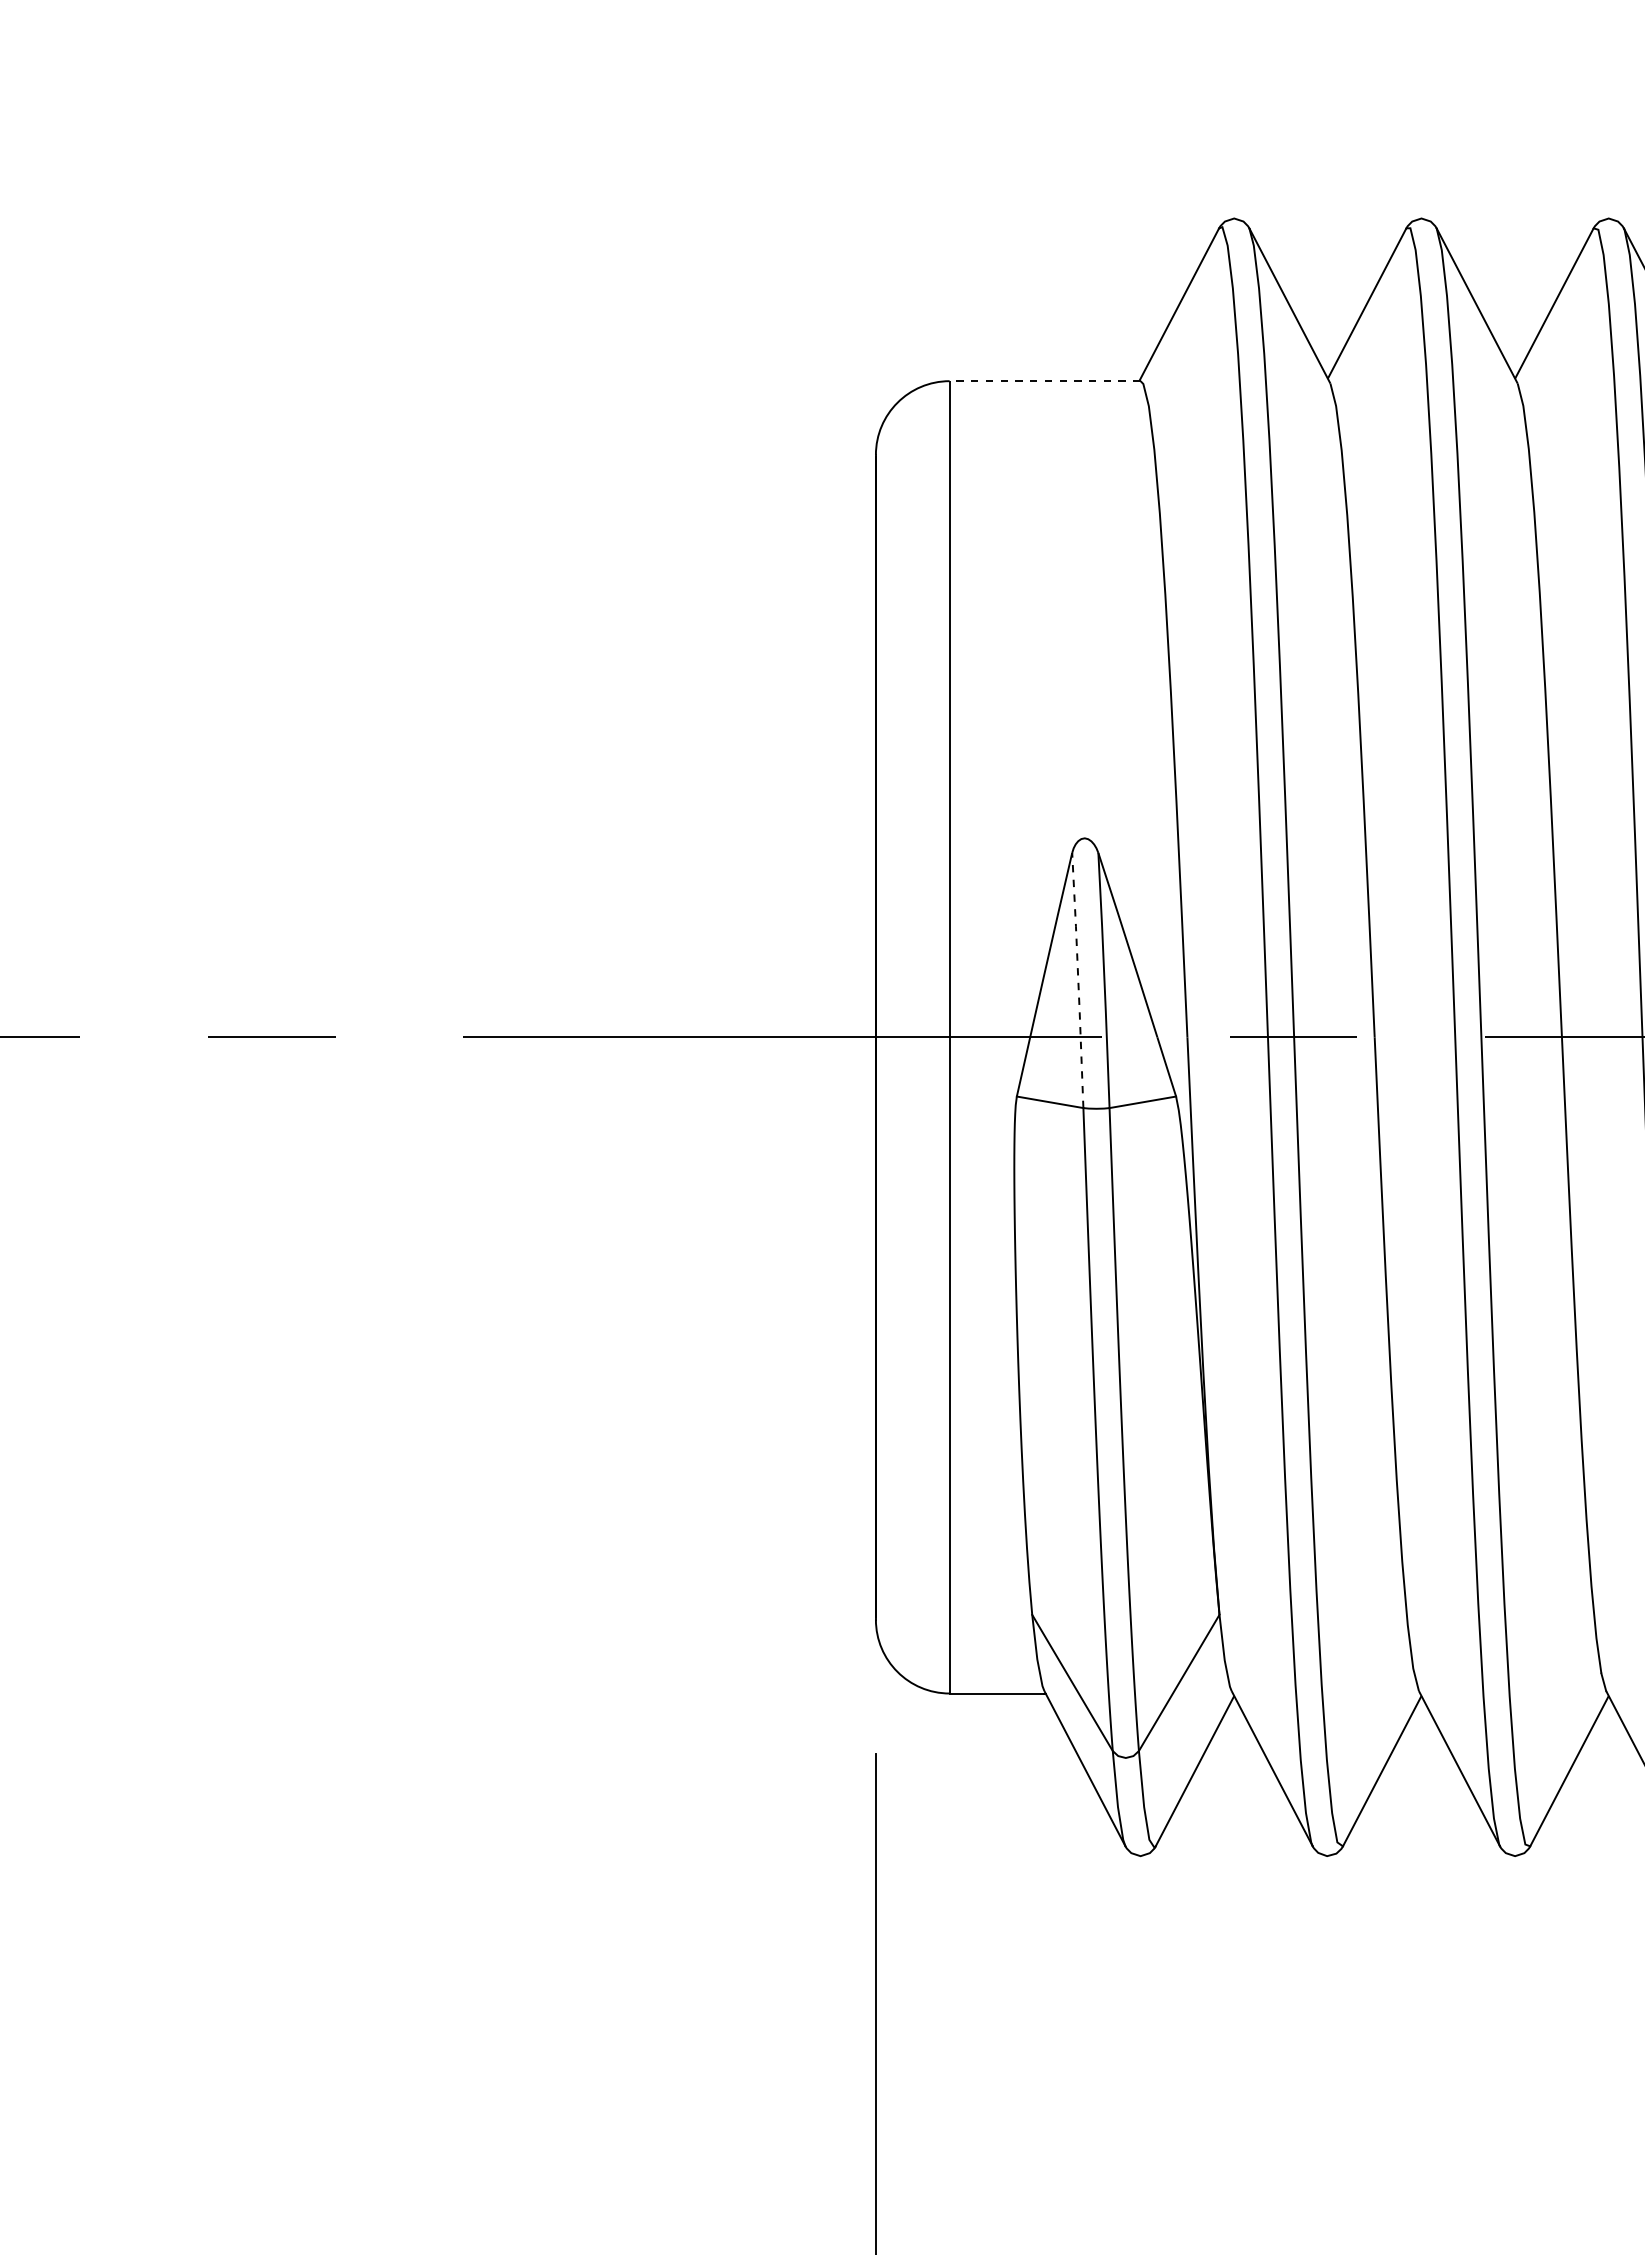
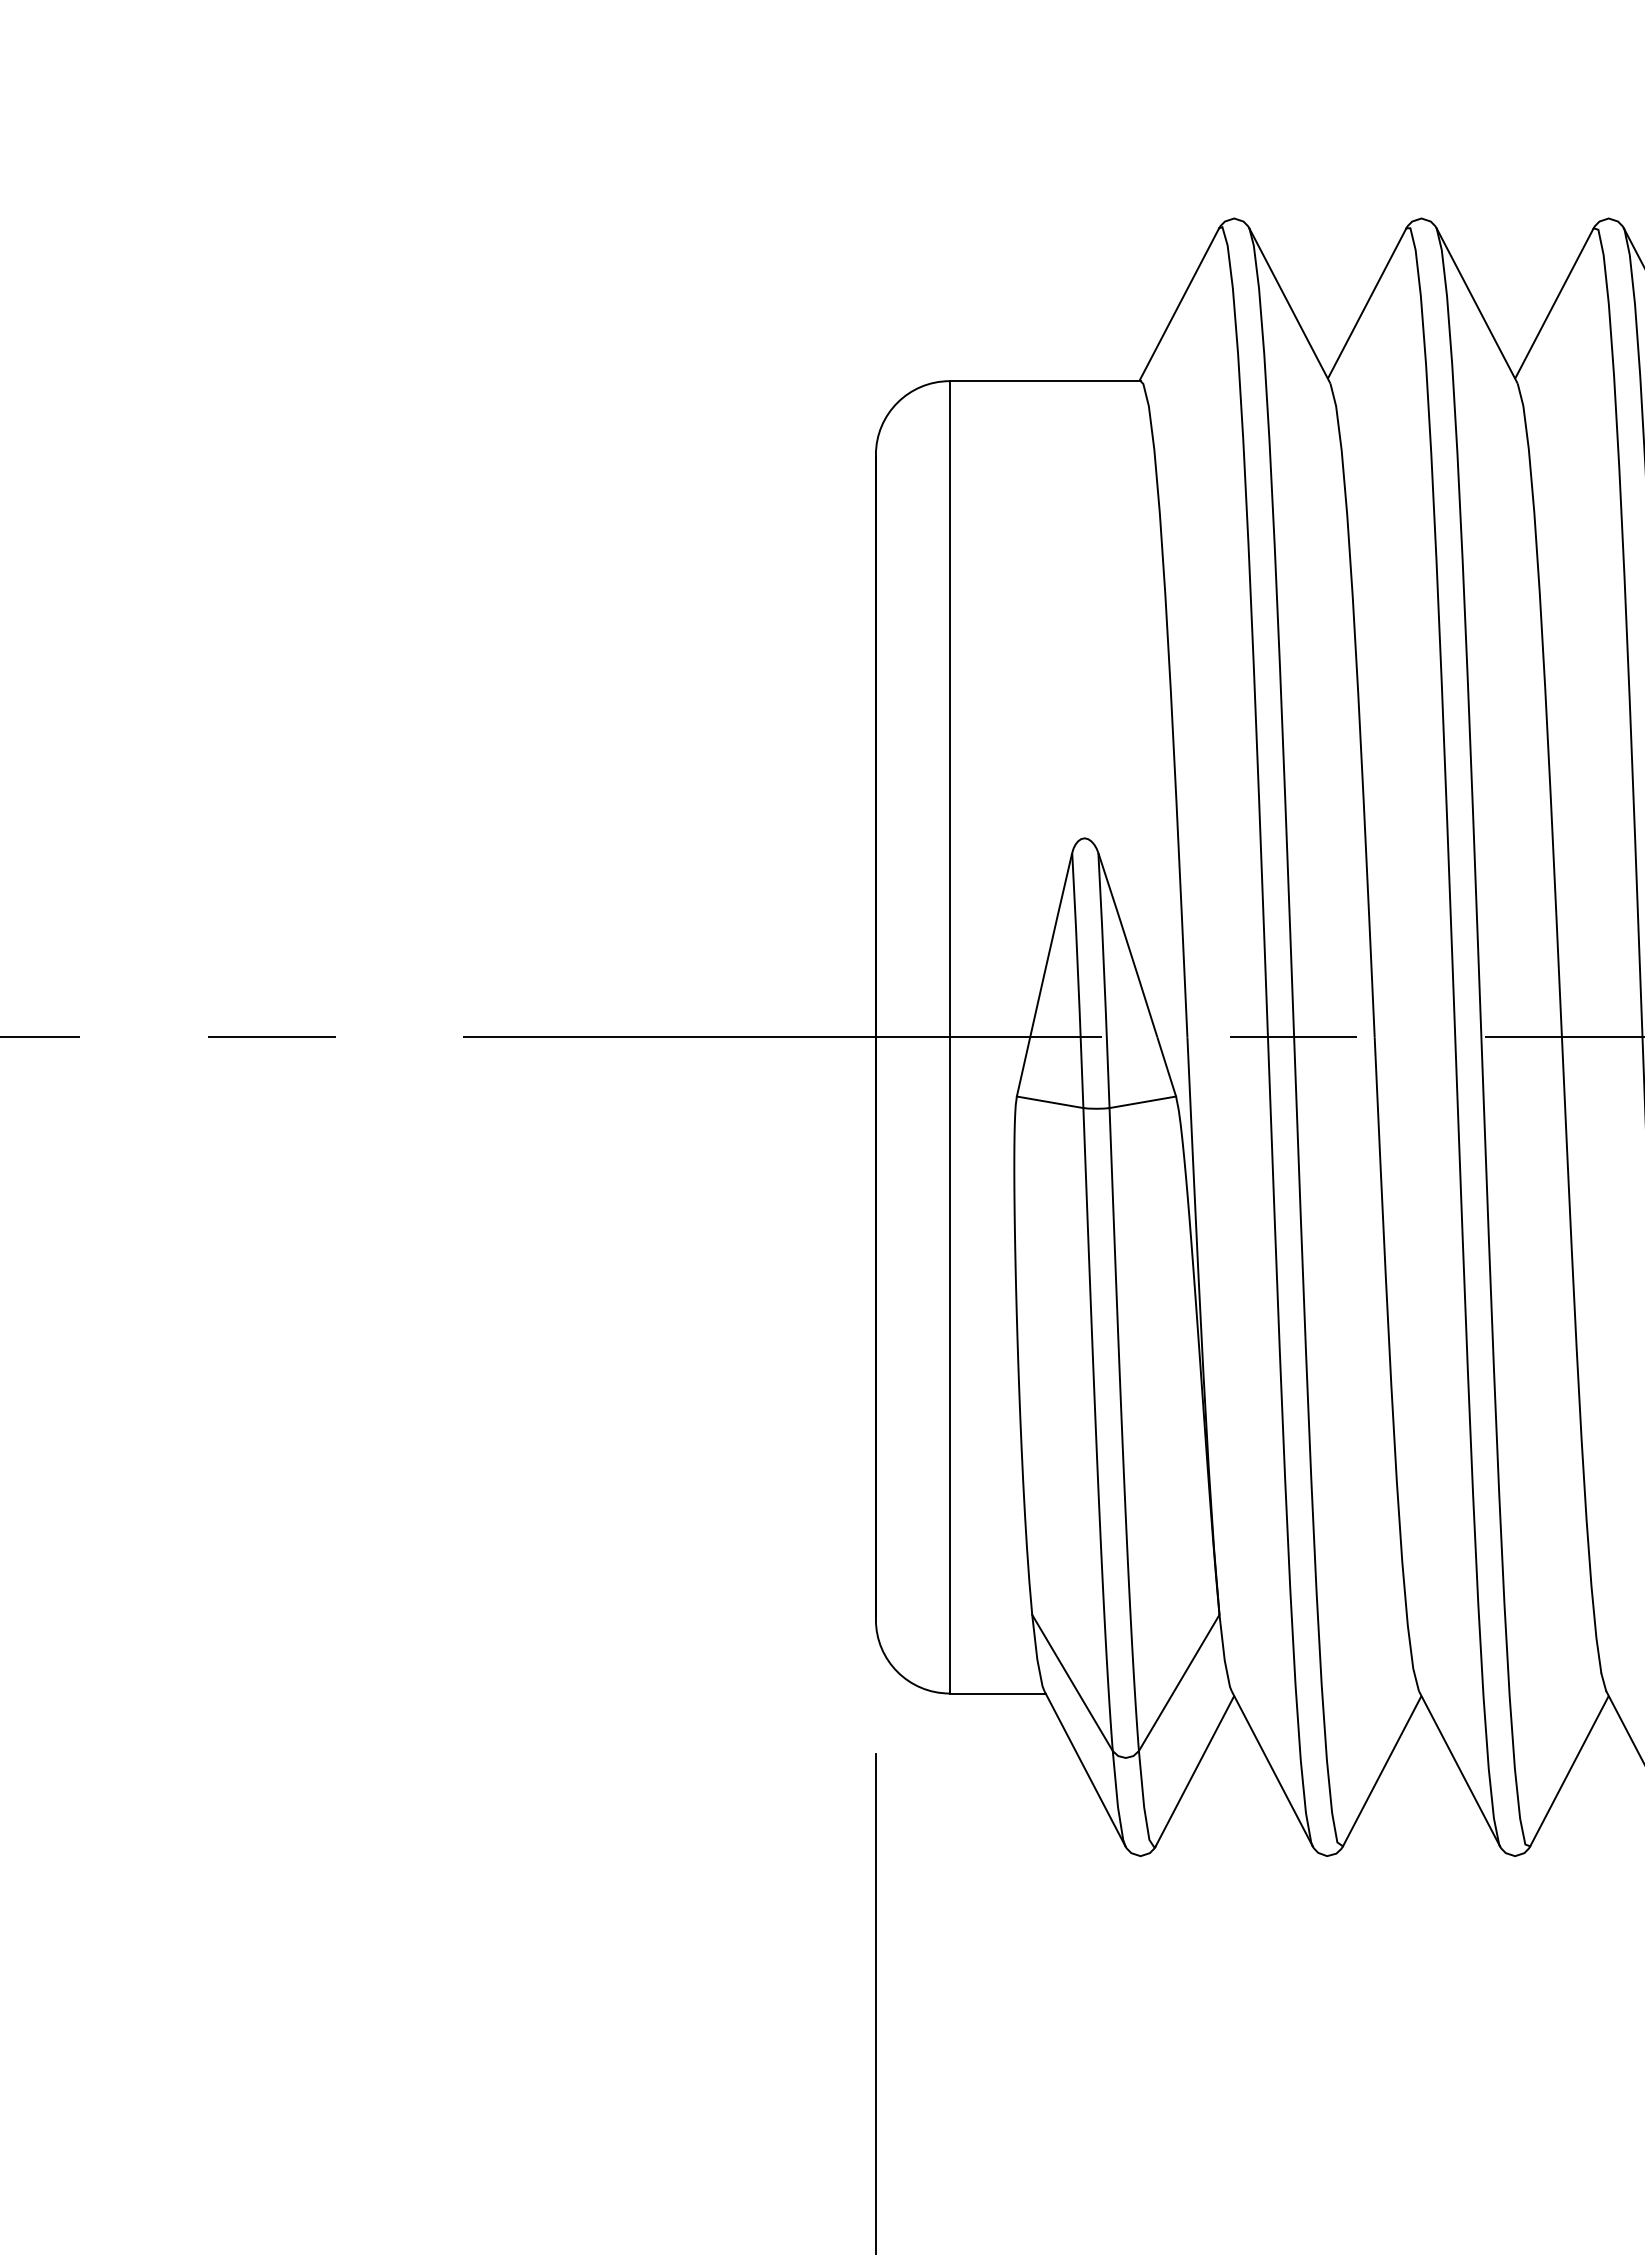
line at (1044, 381): dashed -> solid
line at (1078, 979): dashed -> solid
